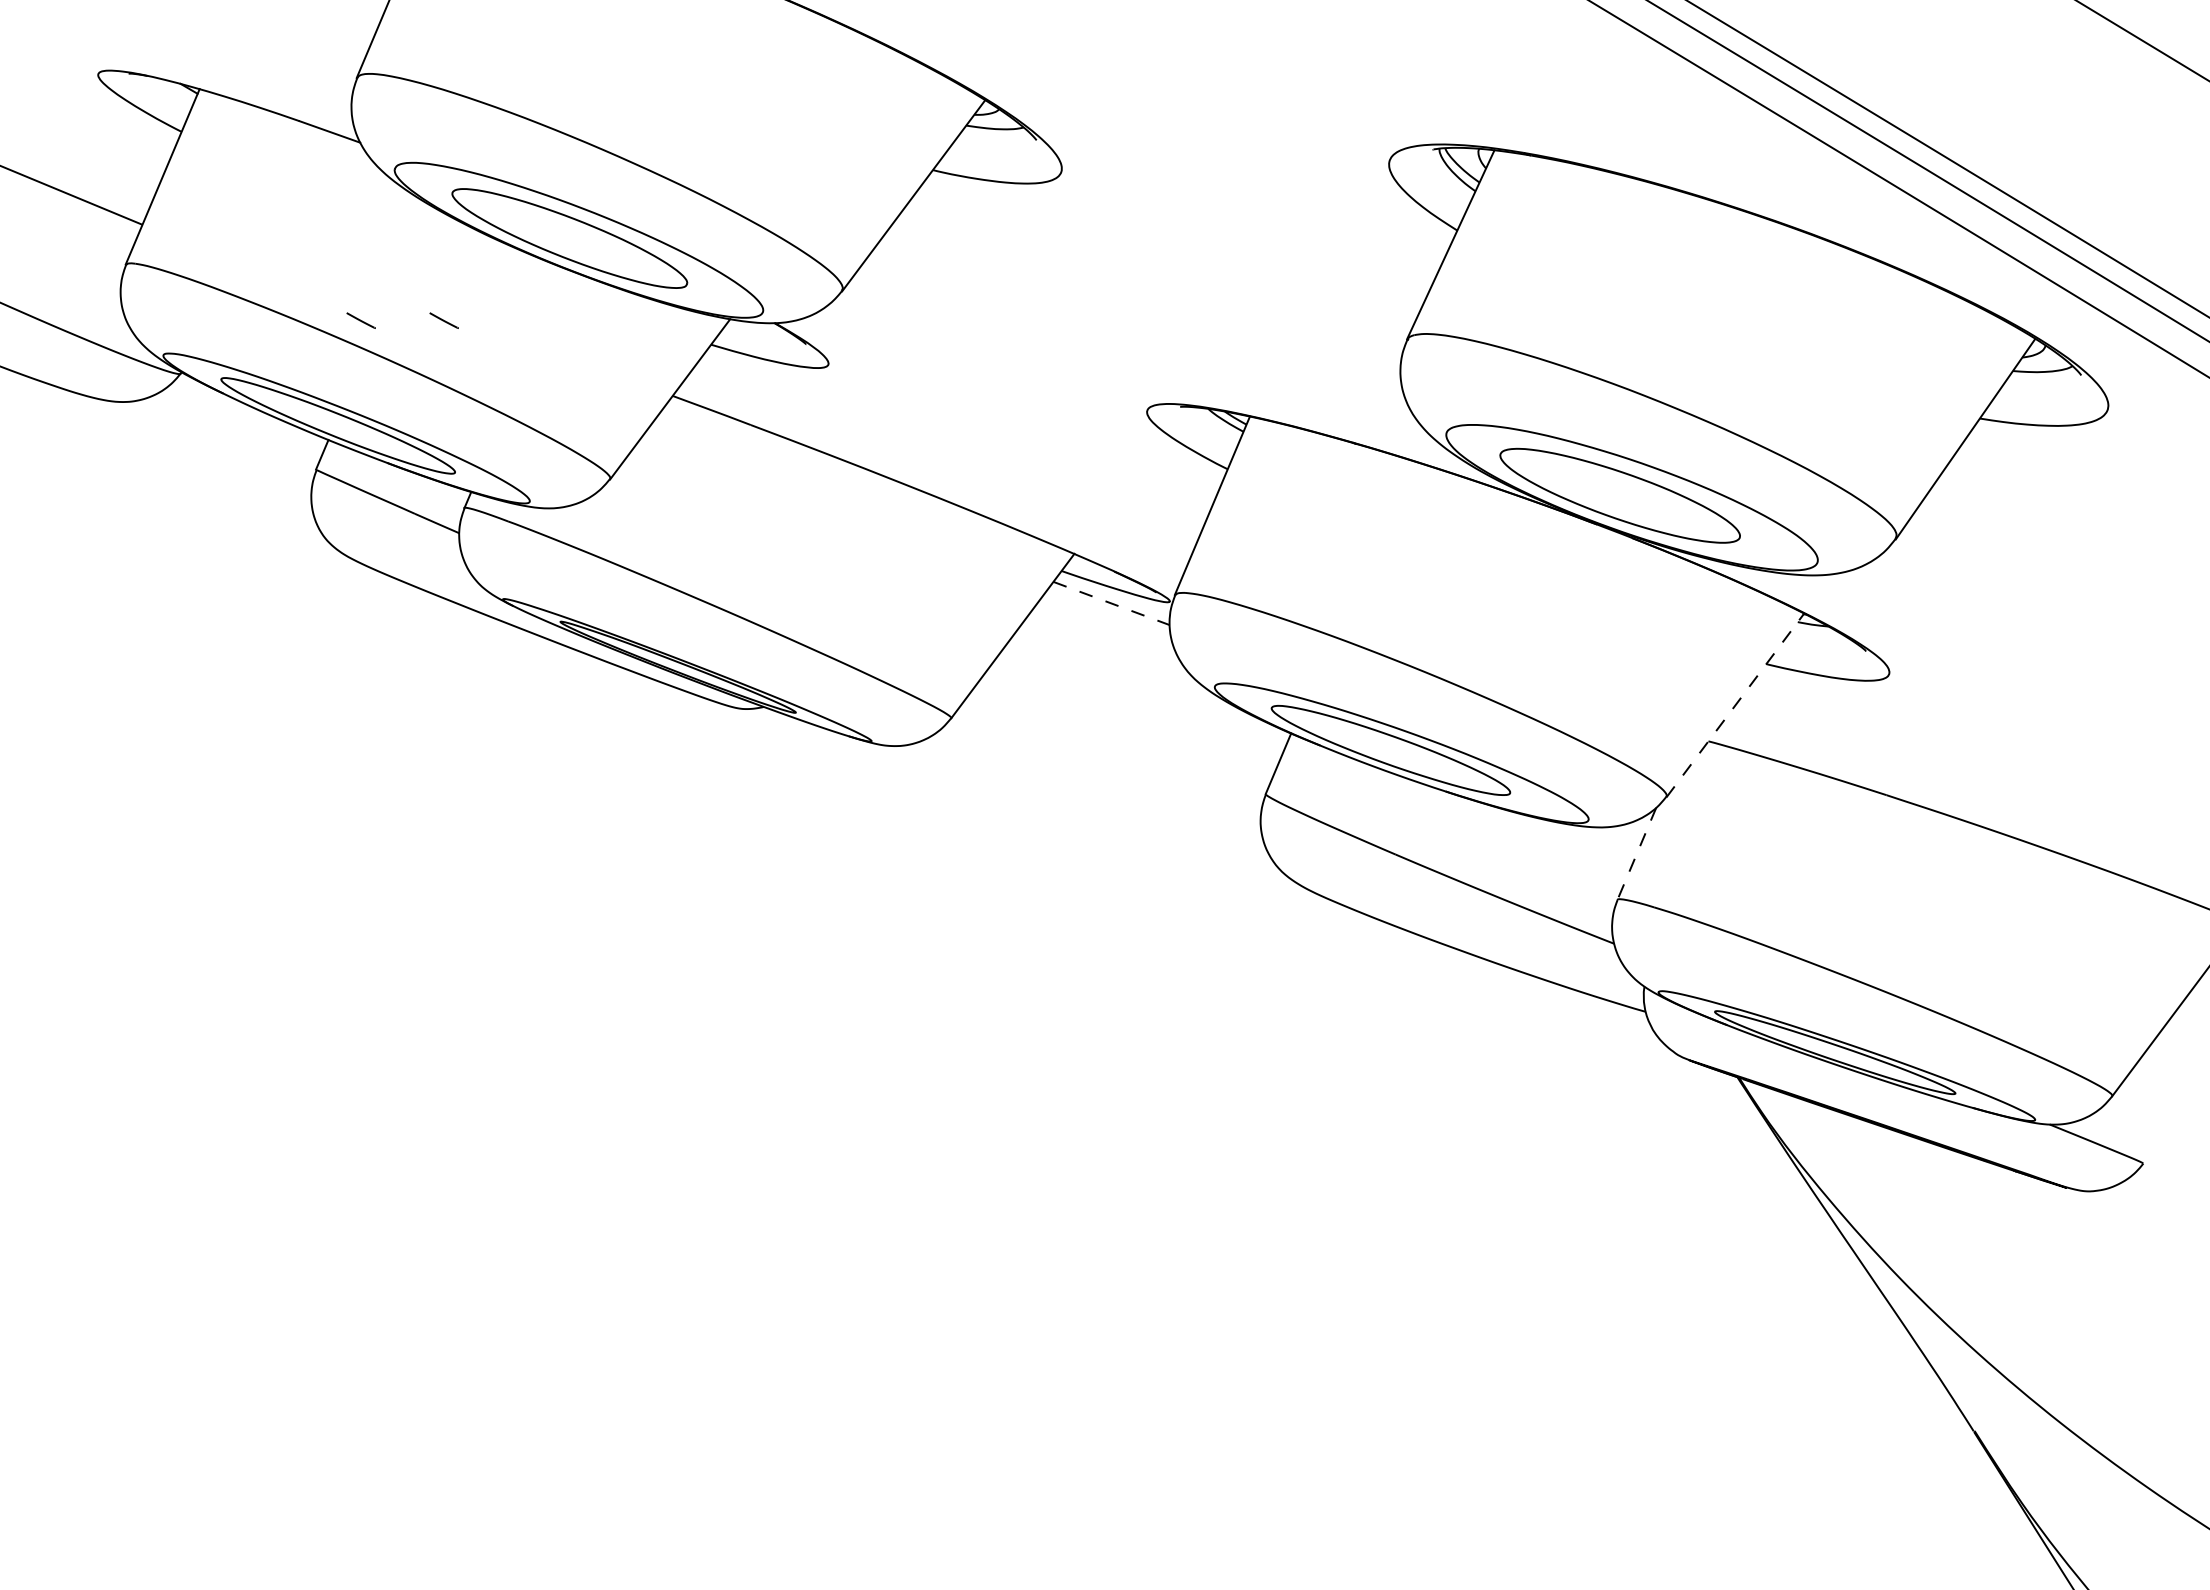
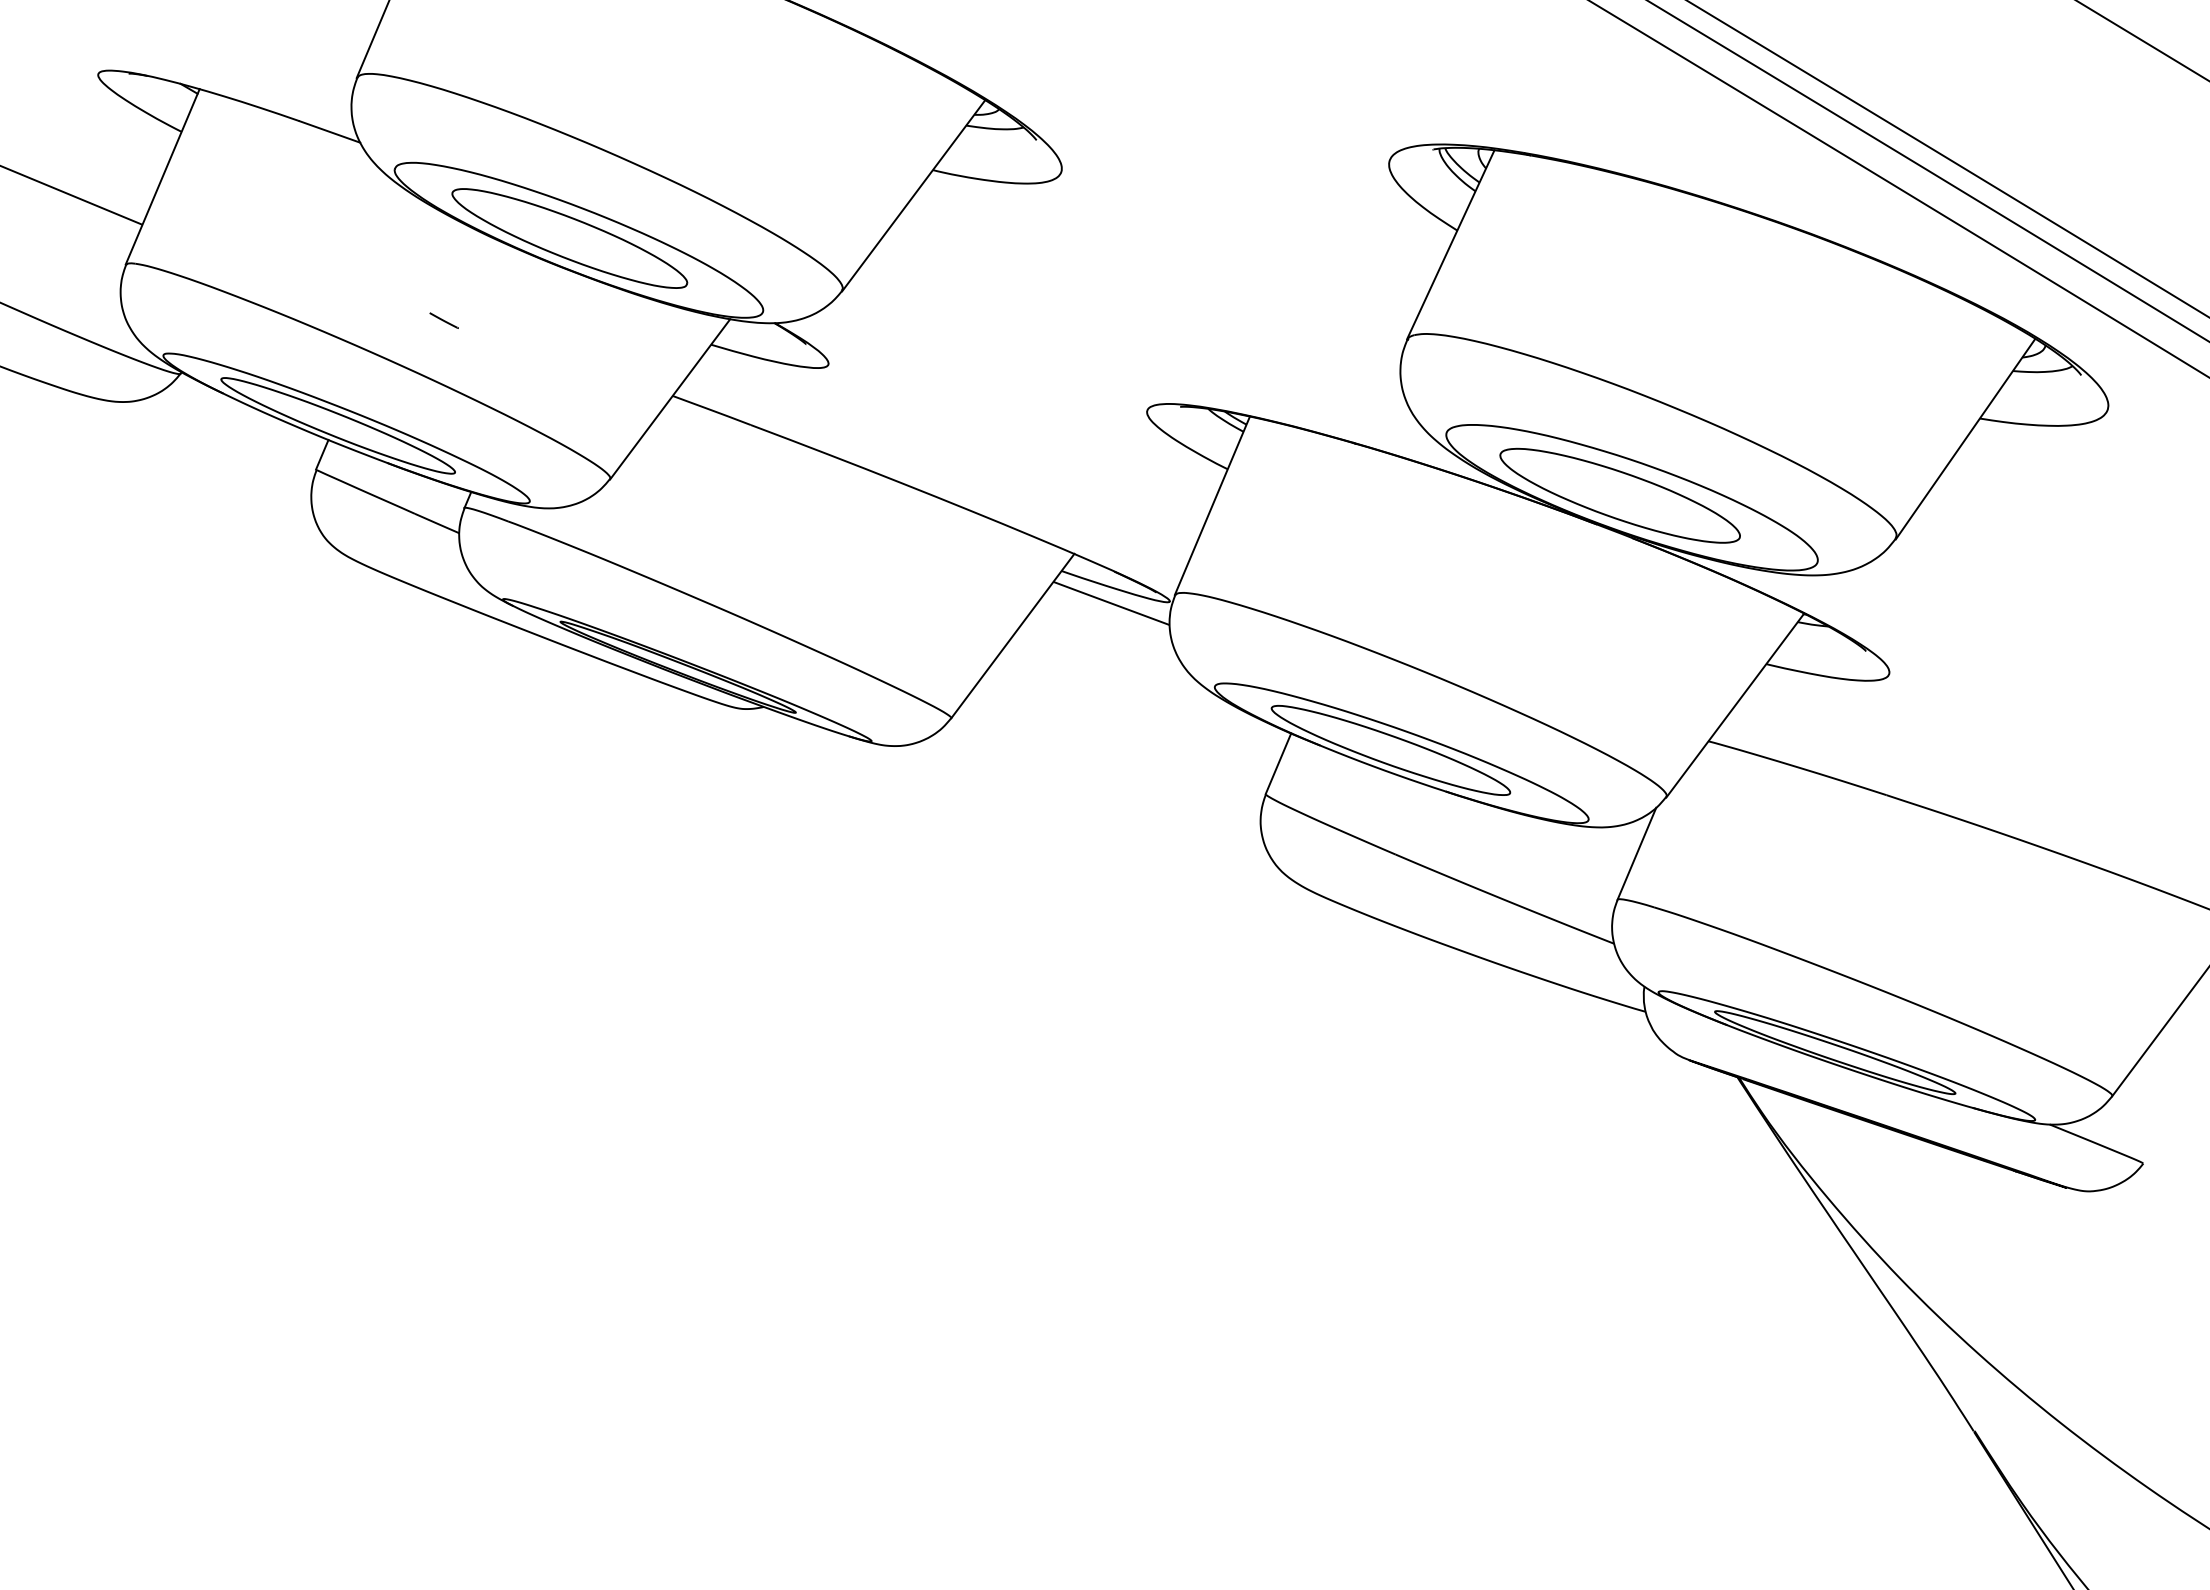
line at (360, 320): present -> none
line at (1110, 603): dashed -> solid
line at (1735, 705): dashed -> solid
line at (1636, 854): dashed -> solid
